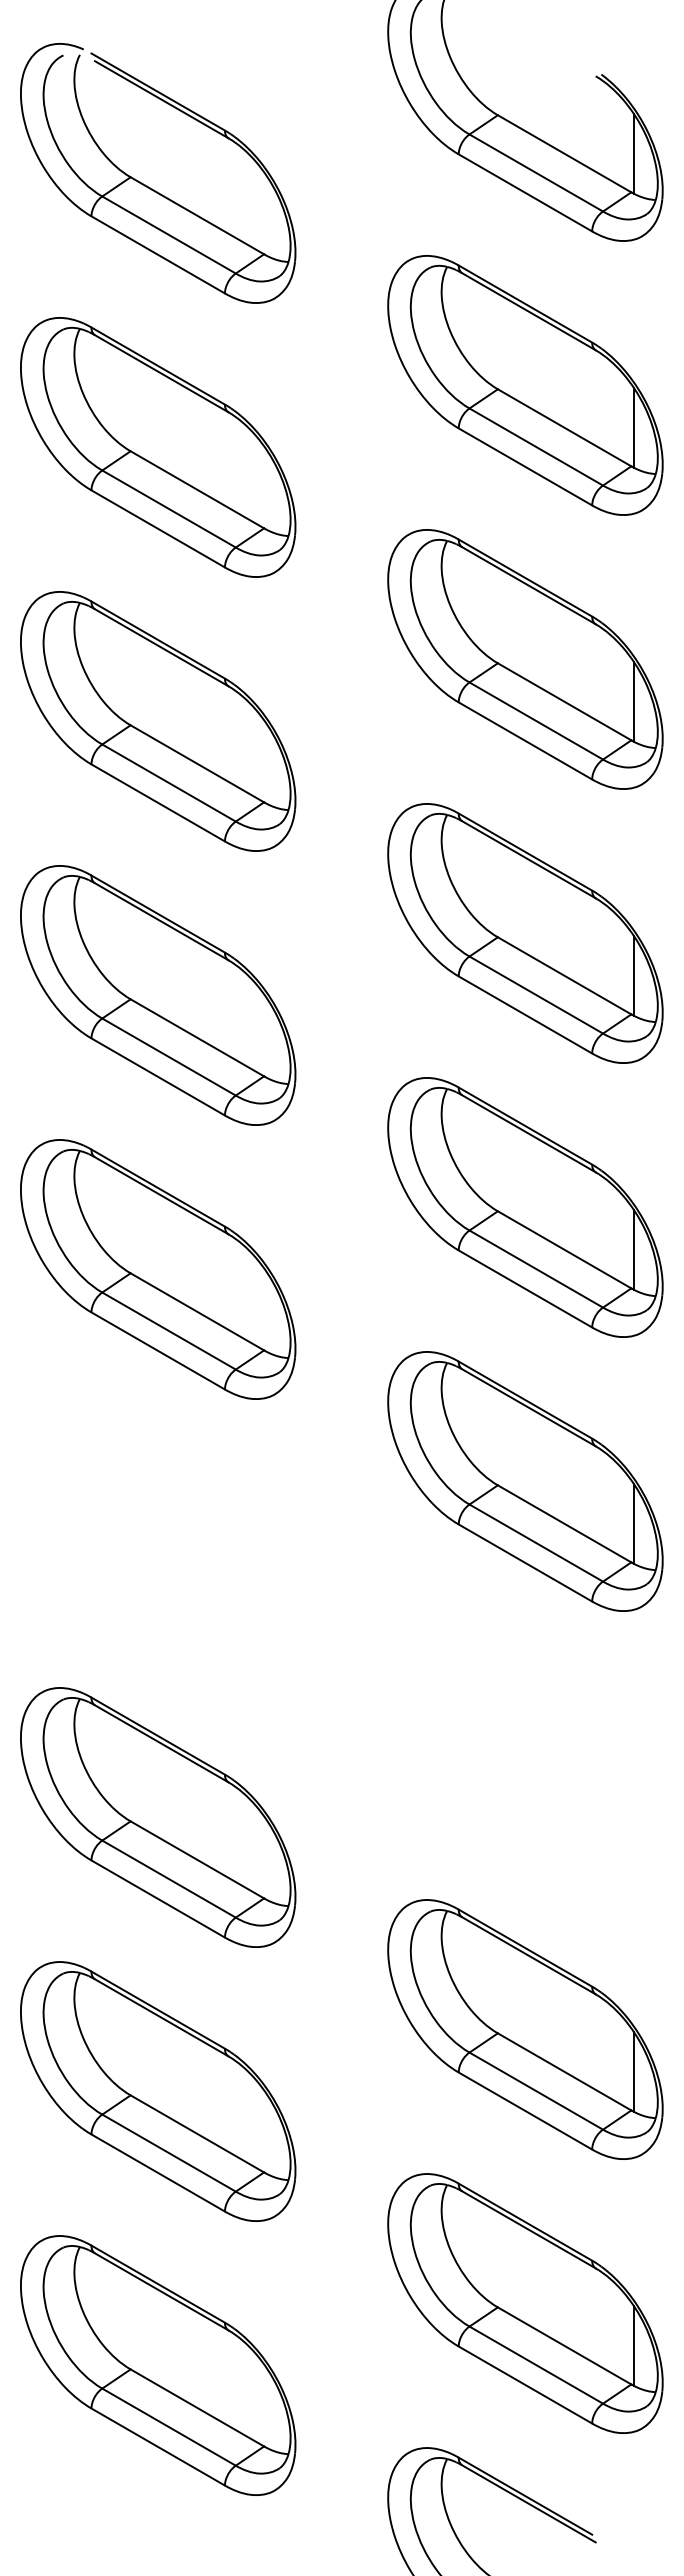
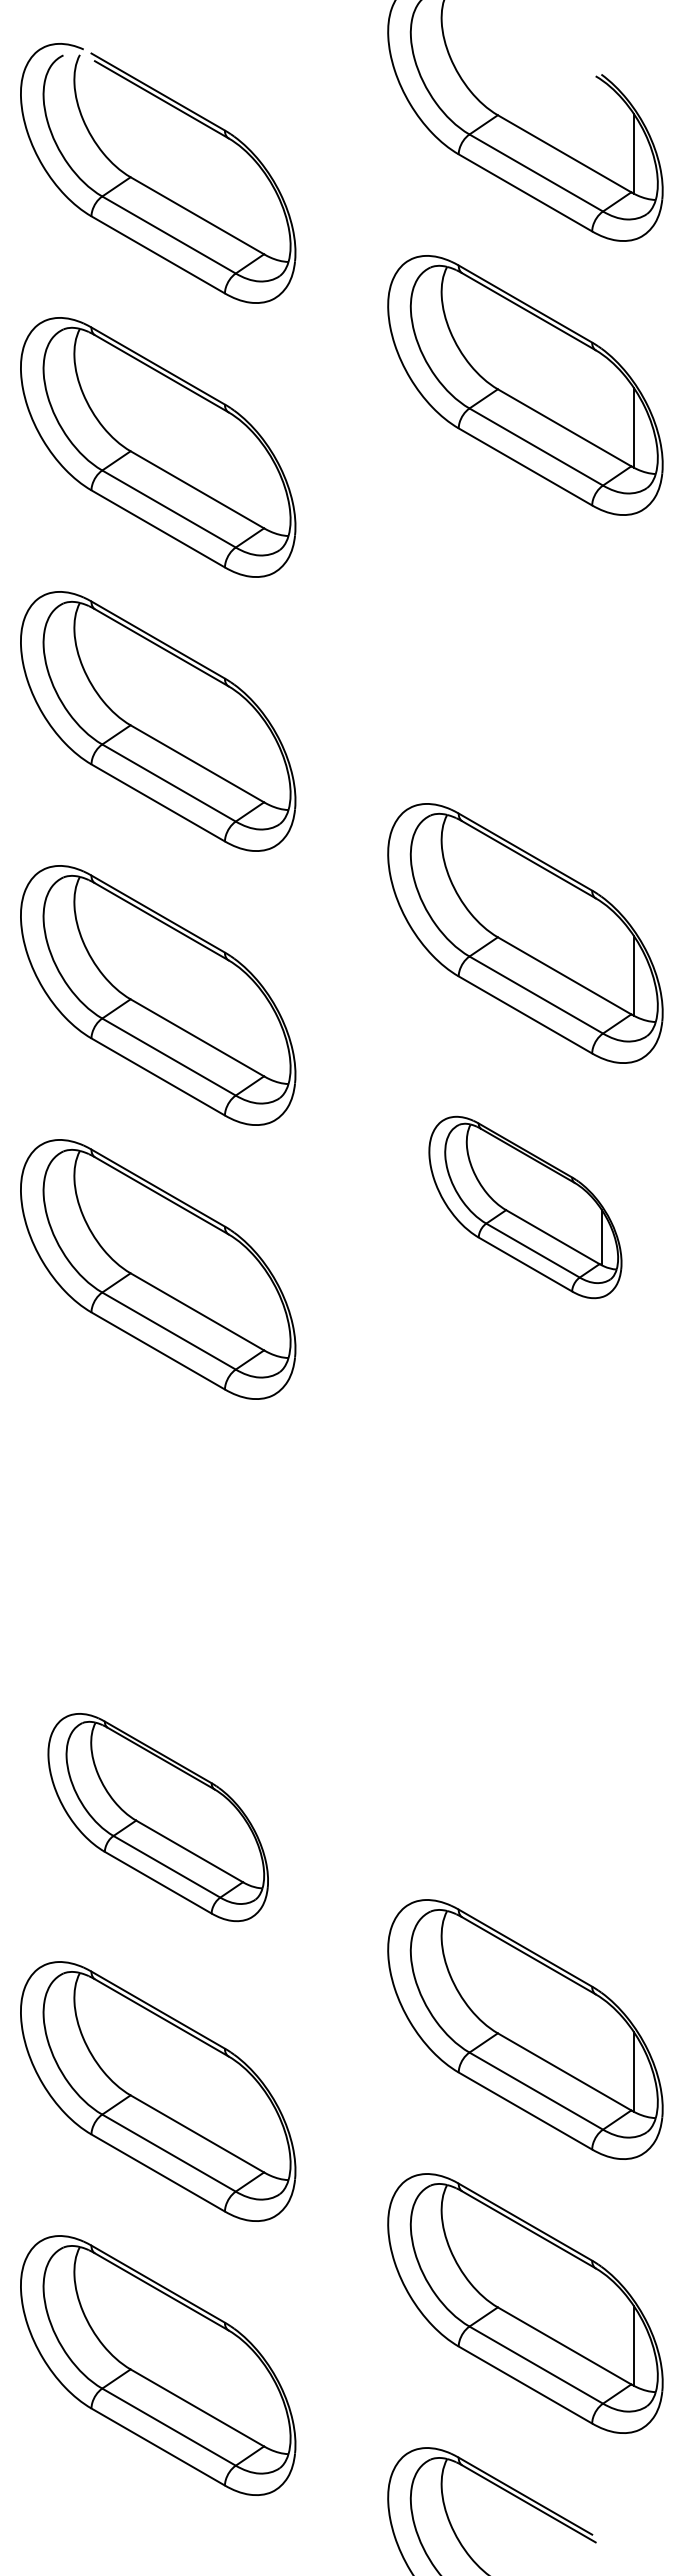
part at (525, 659): present -> none
part at (525, 1207) size: 277x261 px -> 195x185 px
part at (525, 1481): present -> none
part at (158, 1817) size: 277x261 px -> 222x210 px
